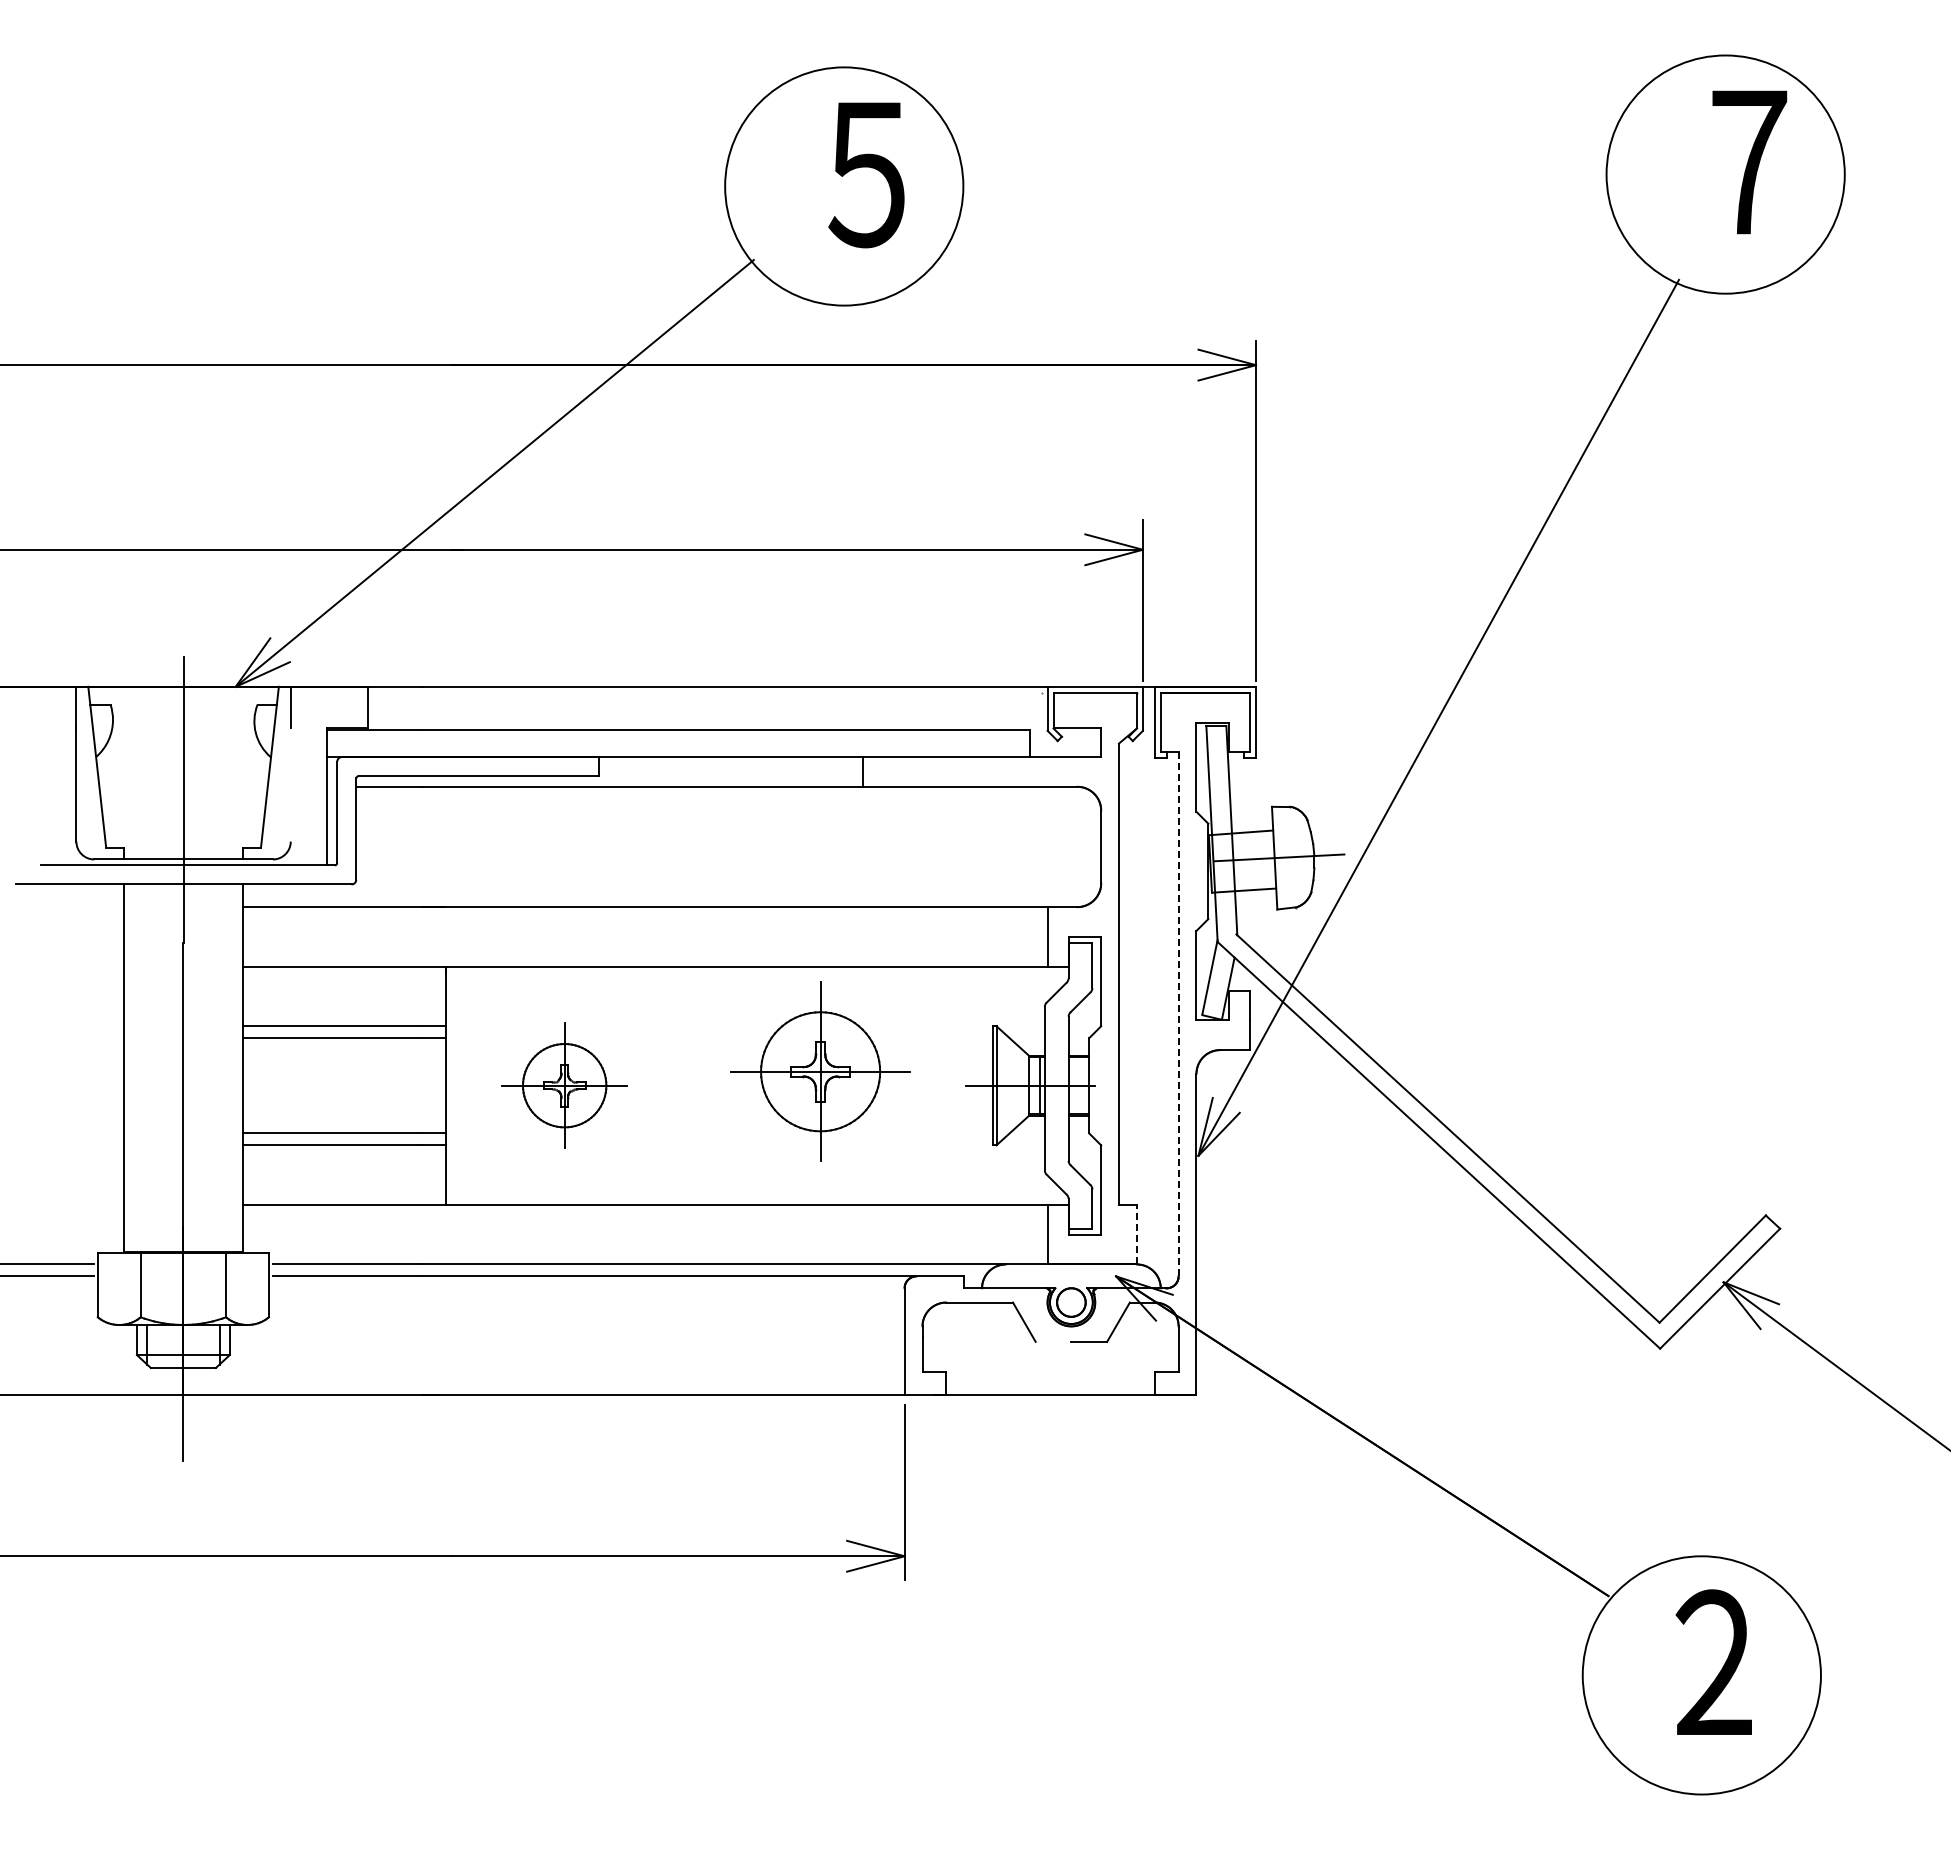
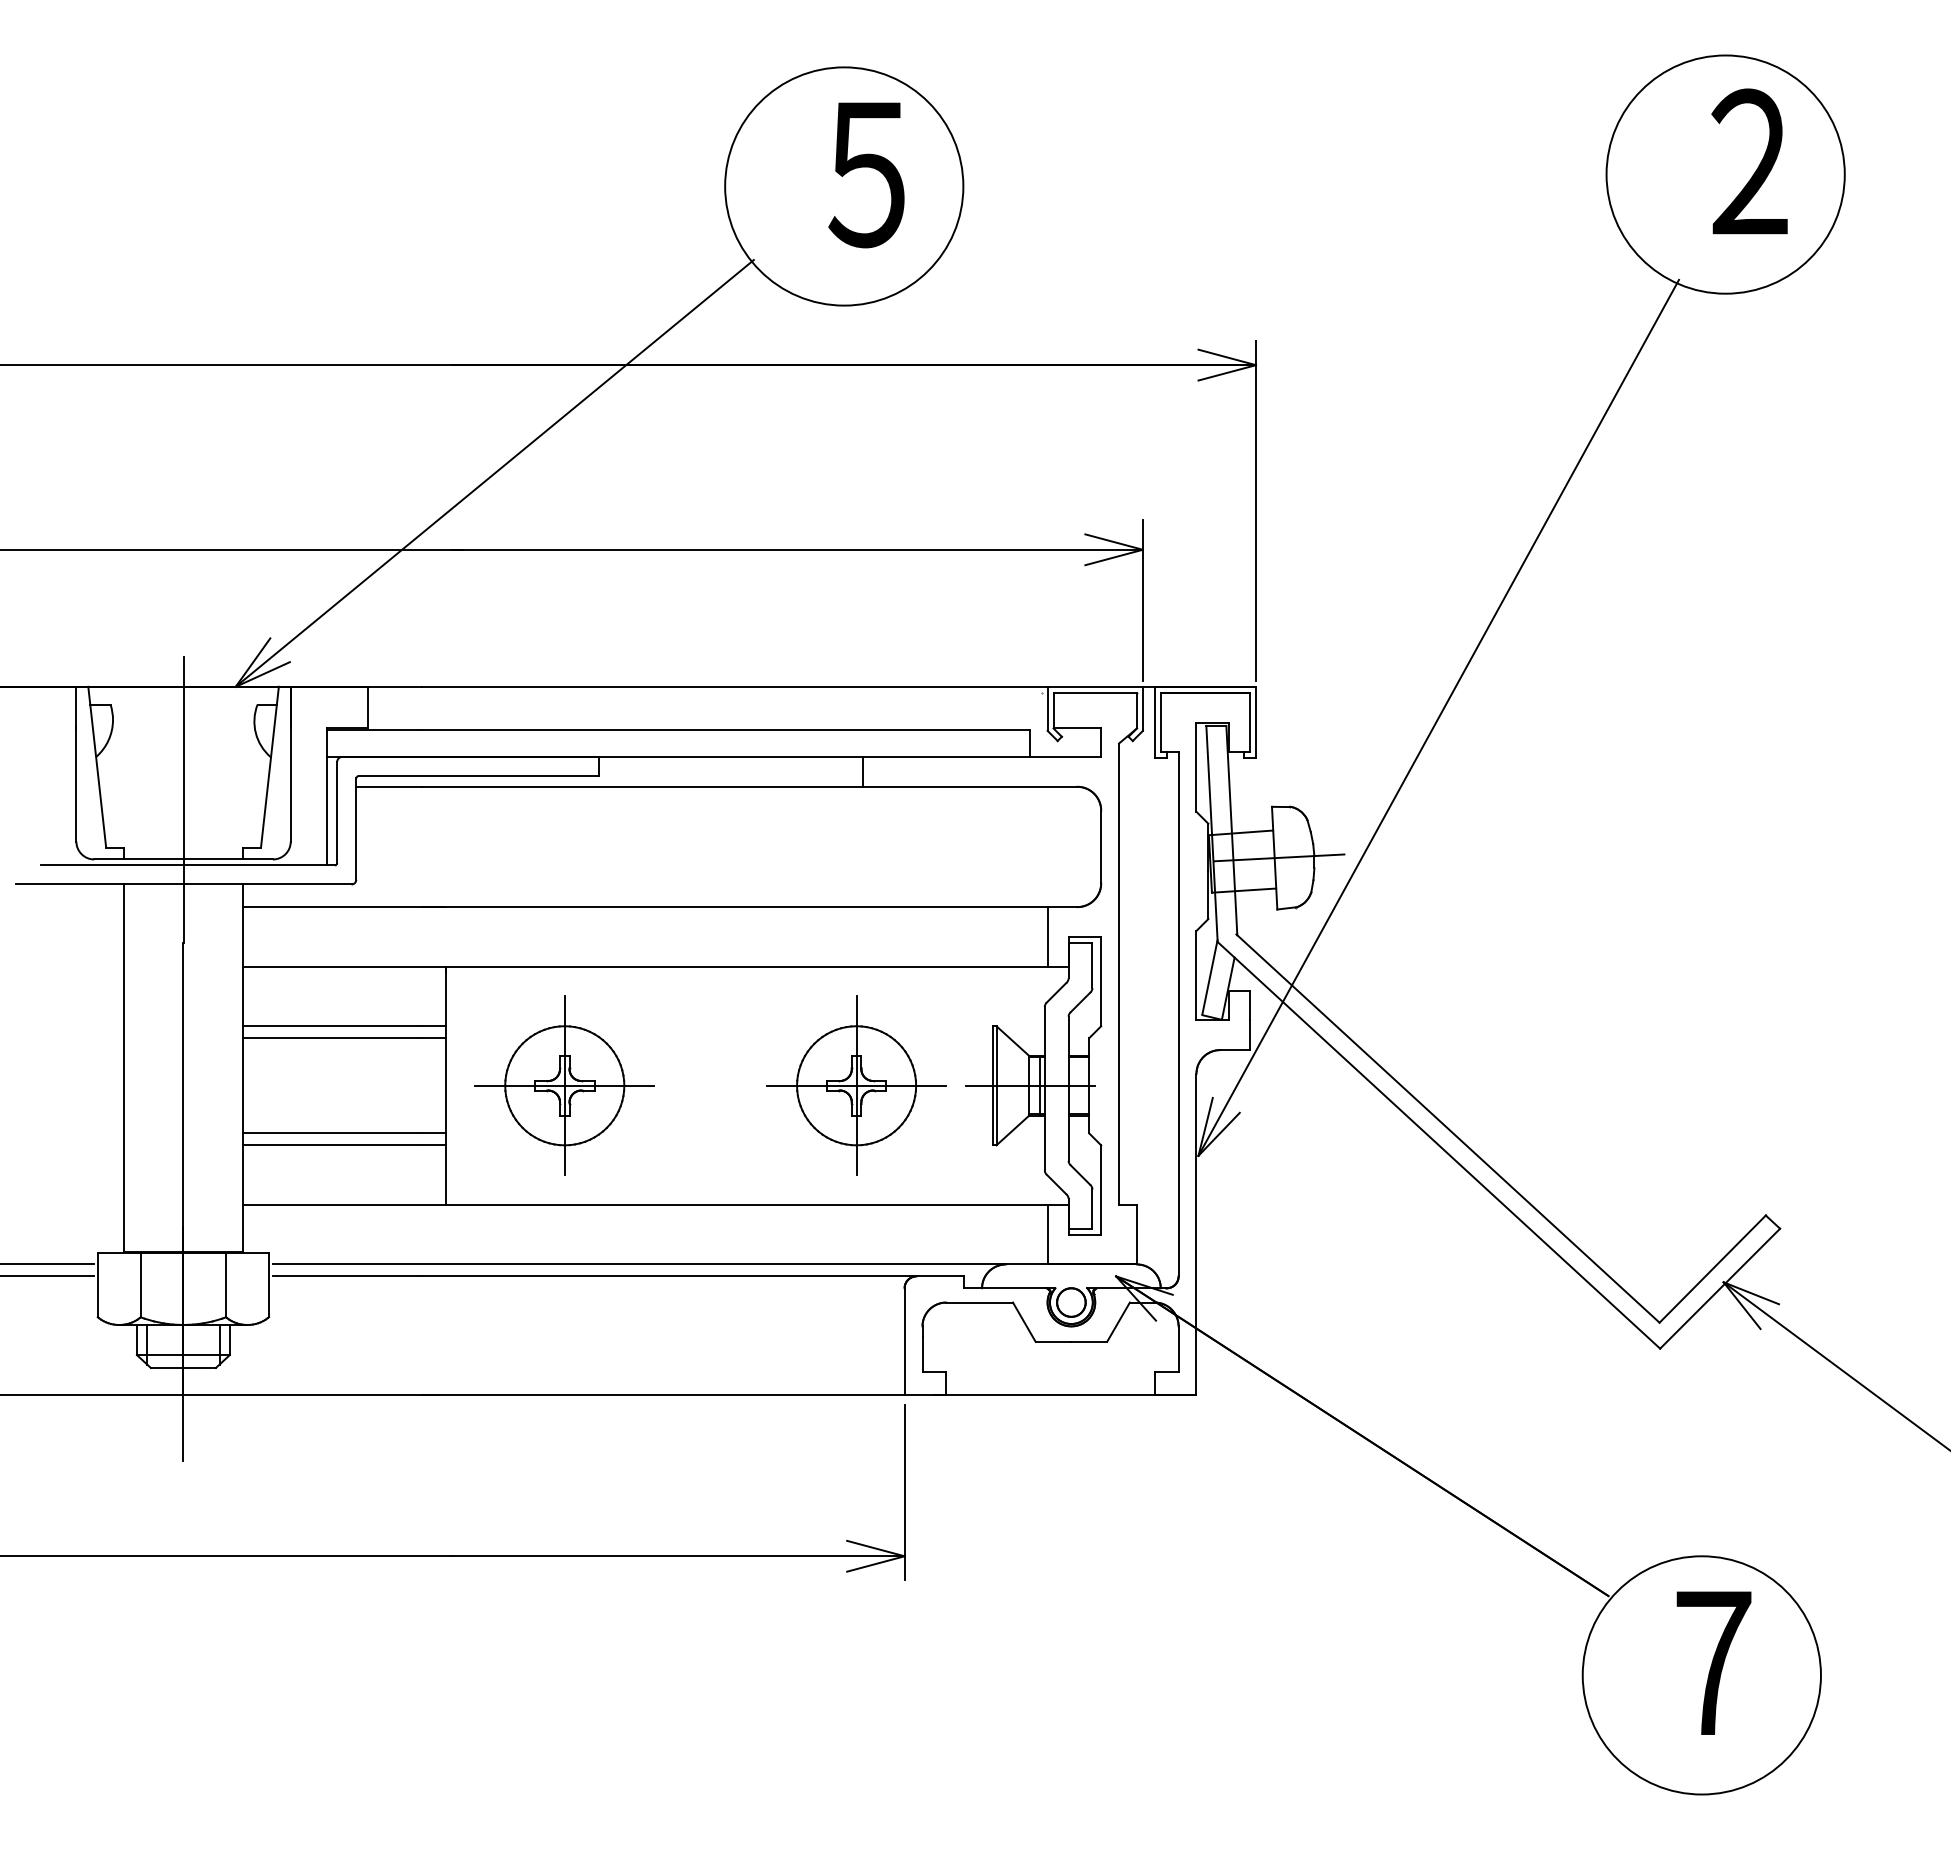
text at (1749, 161): ７ -> ２
line at (290, 763): none -> present
line at (1178, 1014): dashed -> solid
part at (820, 1071) position: (820, 1071) -> (856, 1085)
part at (564, 1085) size: 127x127 px -> 181x181 px
line at (1136, 1234): dashed -> solid
line at (1053, 1341): none -> present
text at (1713, 1661): ２ -> ７
